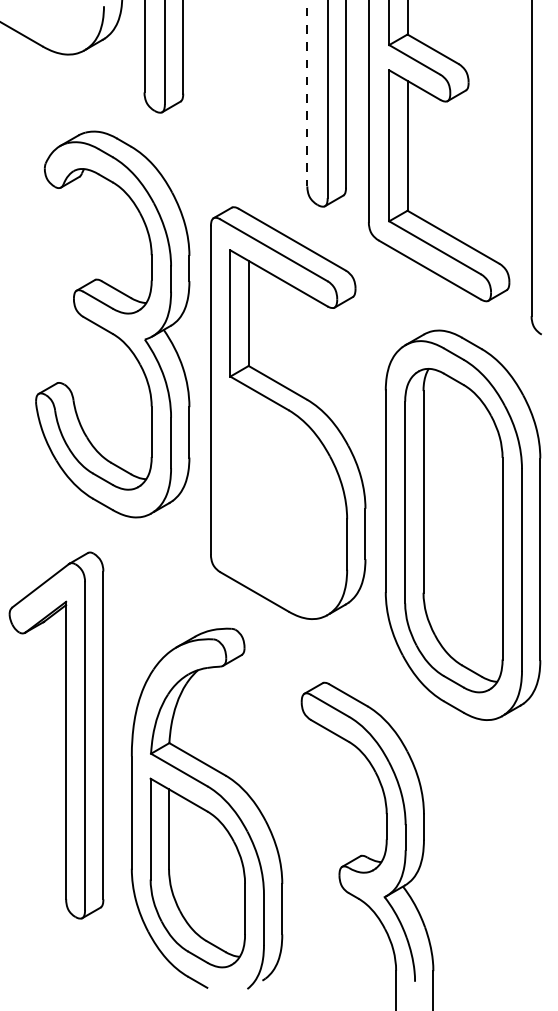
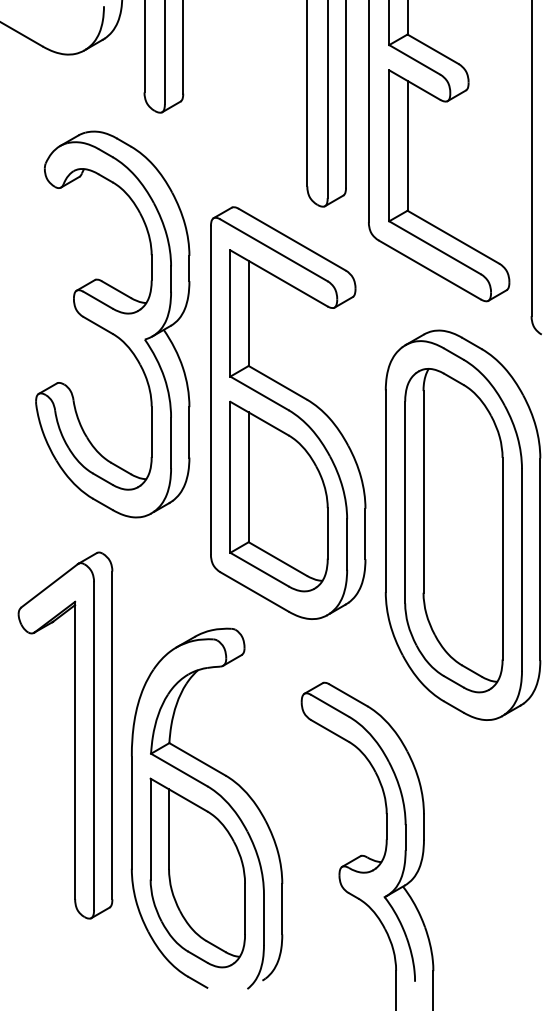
line at (307, 93): dashed -> solid
part at (278, 496): none -> present
part at (65, 735) position: (65, 735) -> (74, 735)
